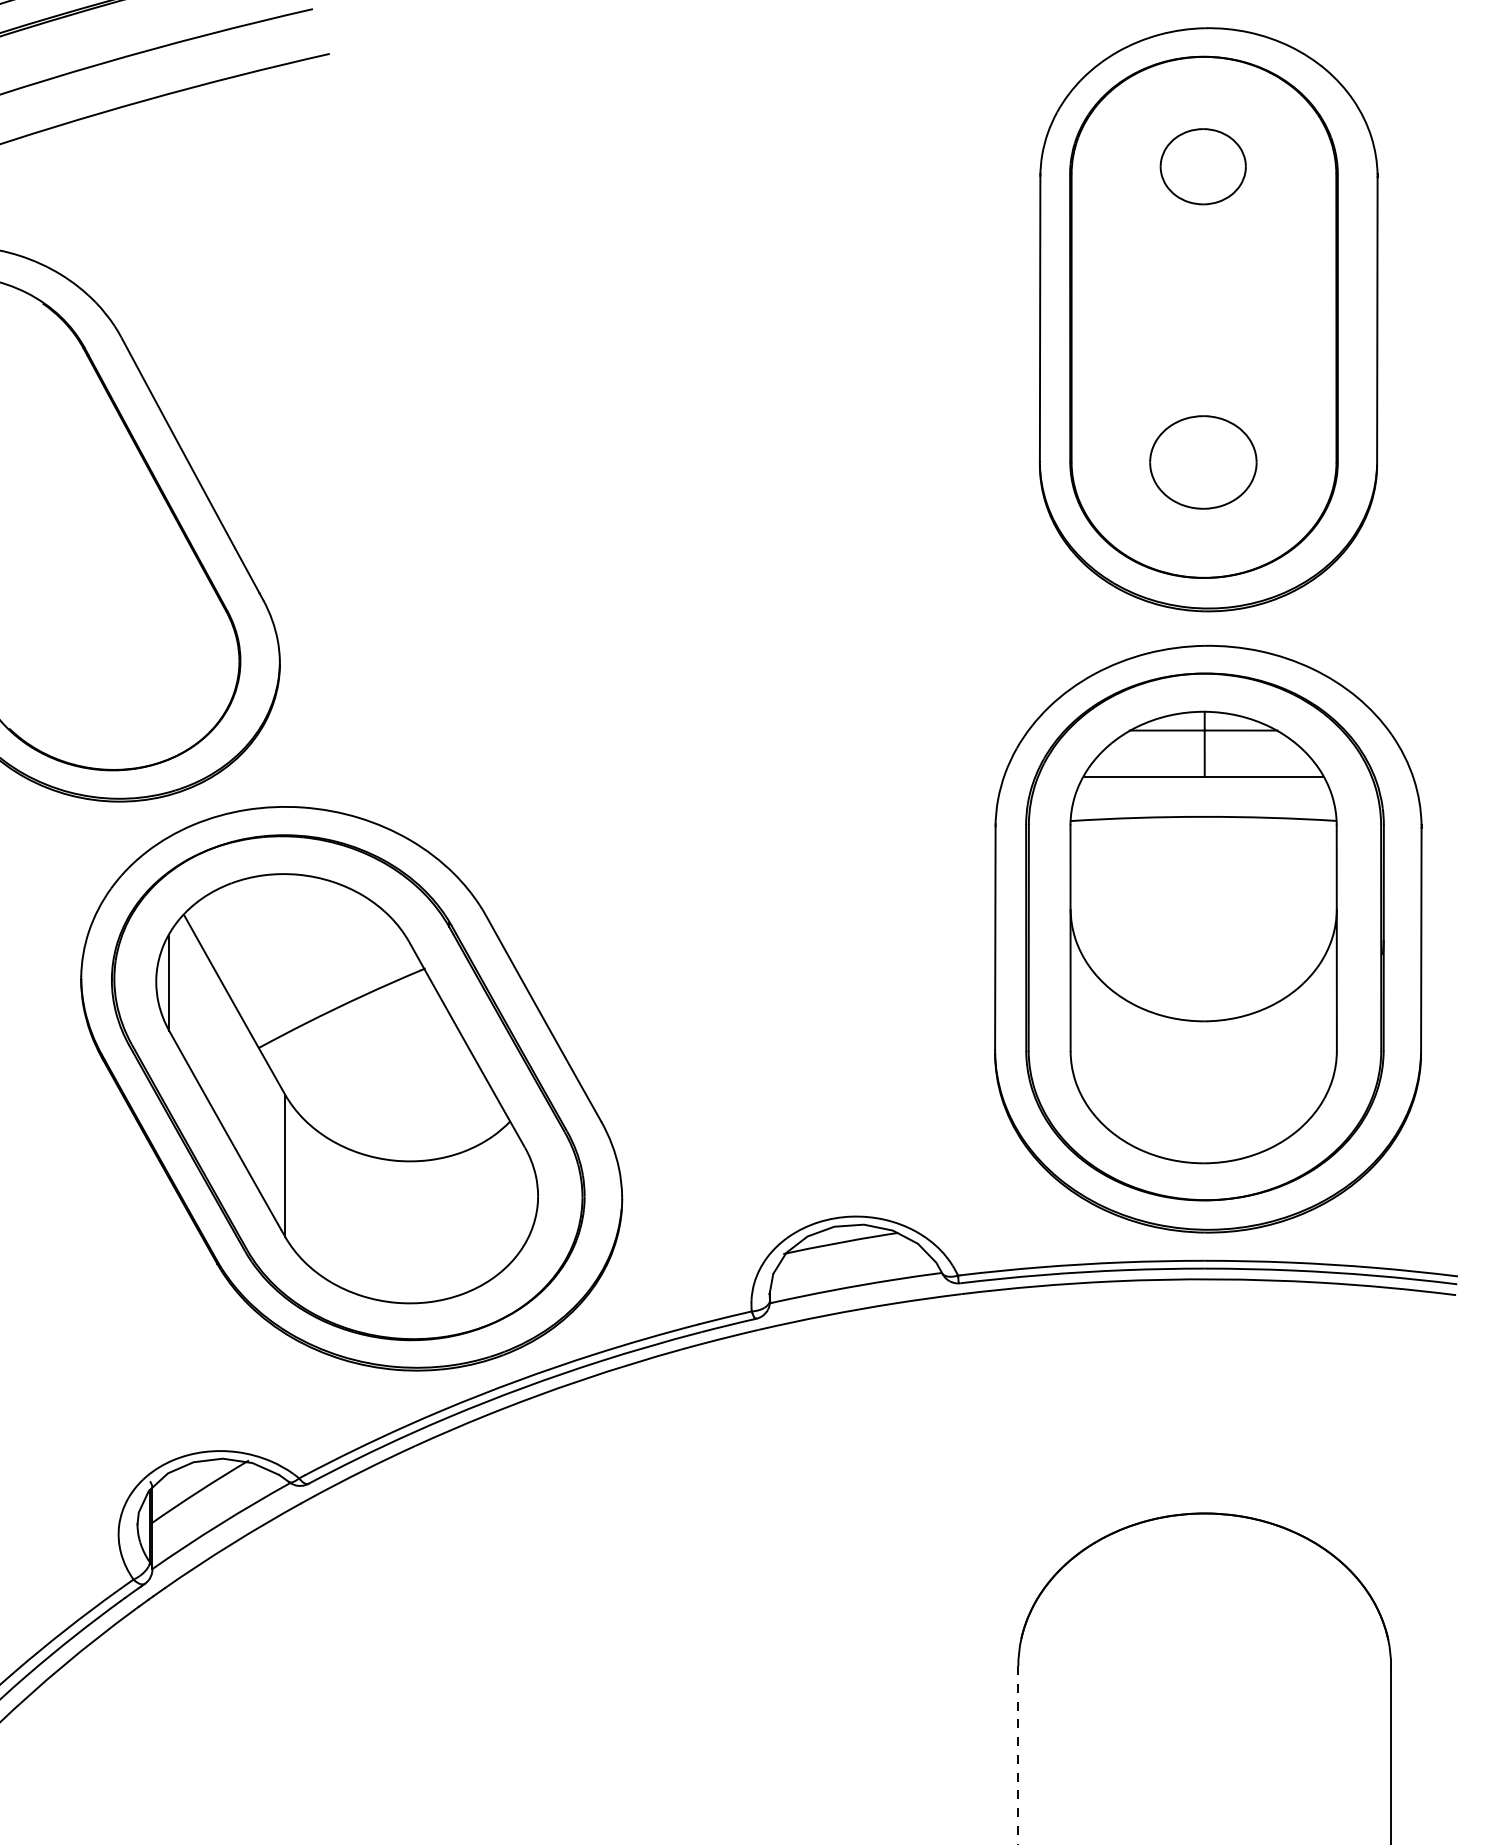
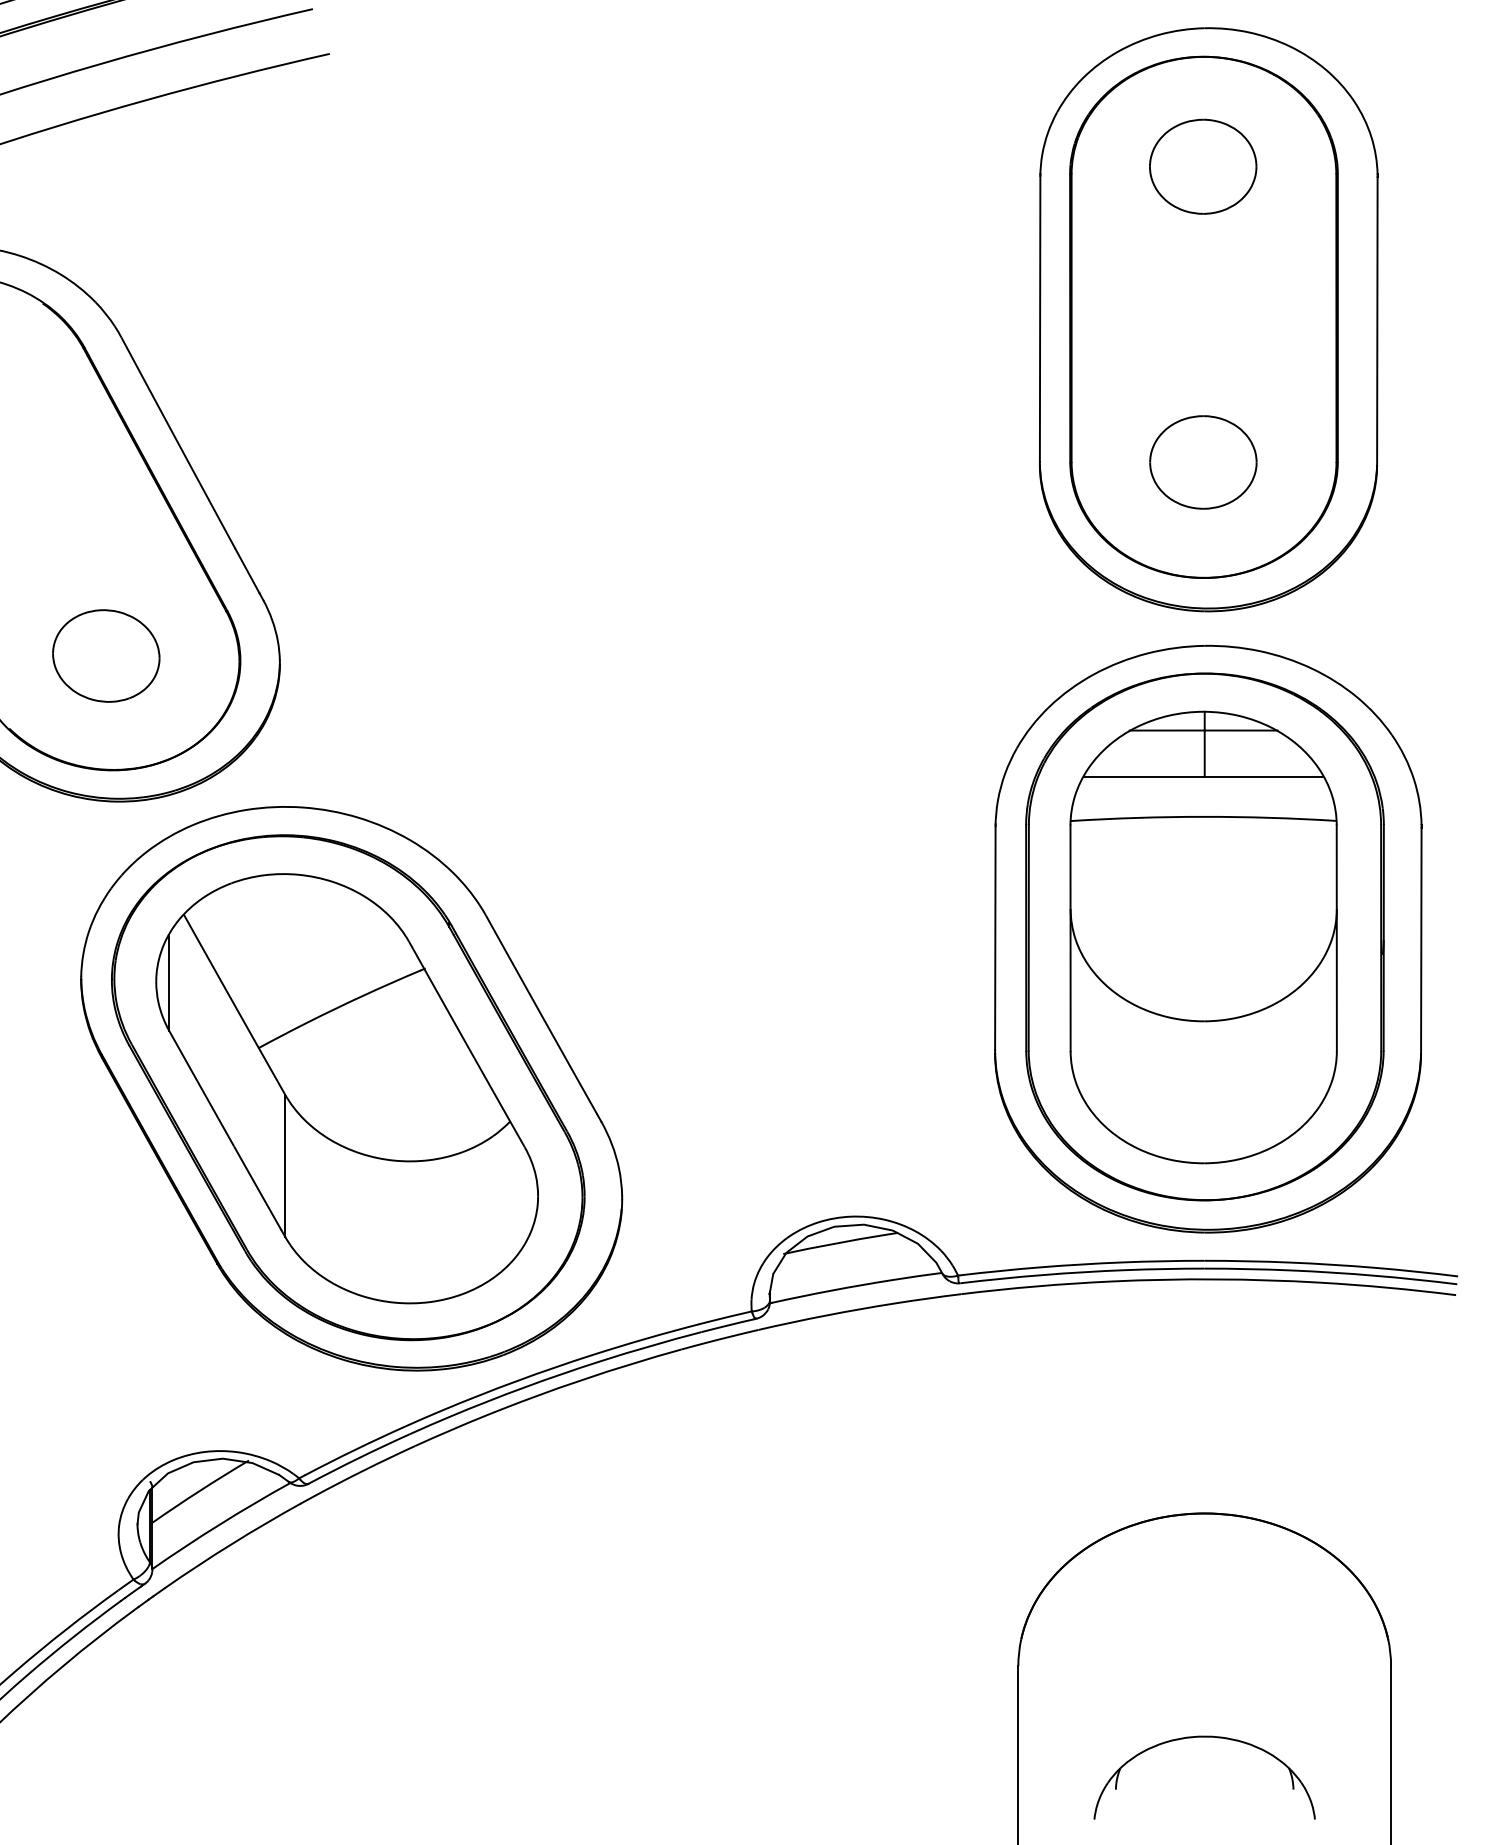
part at (1202, 166) size: 88x78 px -> 109x97 px
part at (106, 655): none -> present
part at (1204, 1737): none -> present
line at (1018, 1756): dashed -> solid
